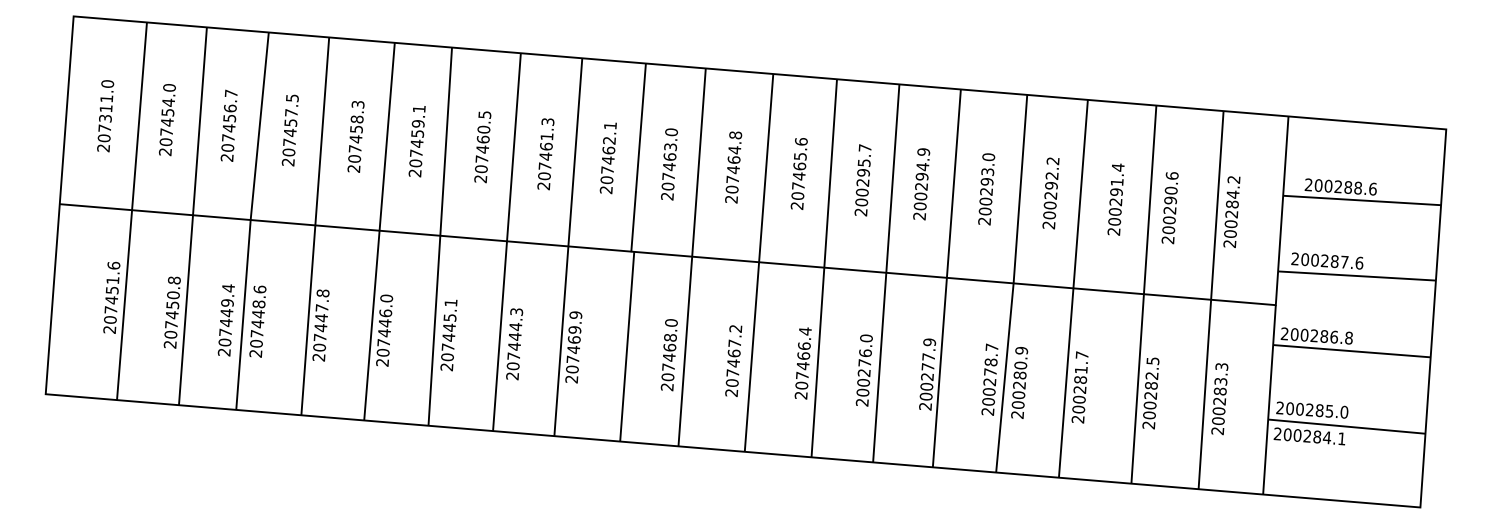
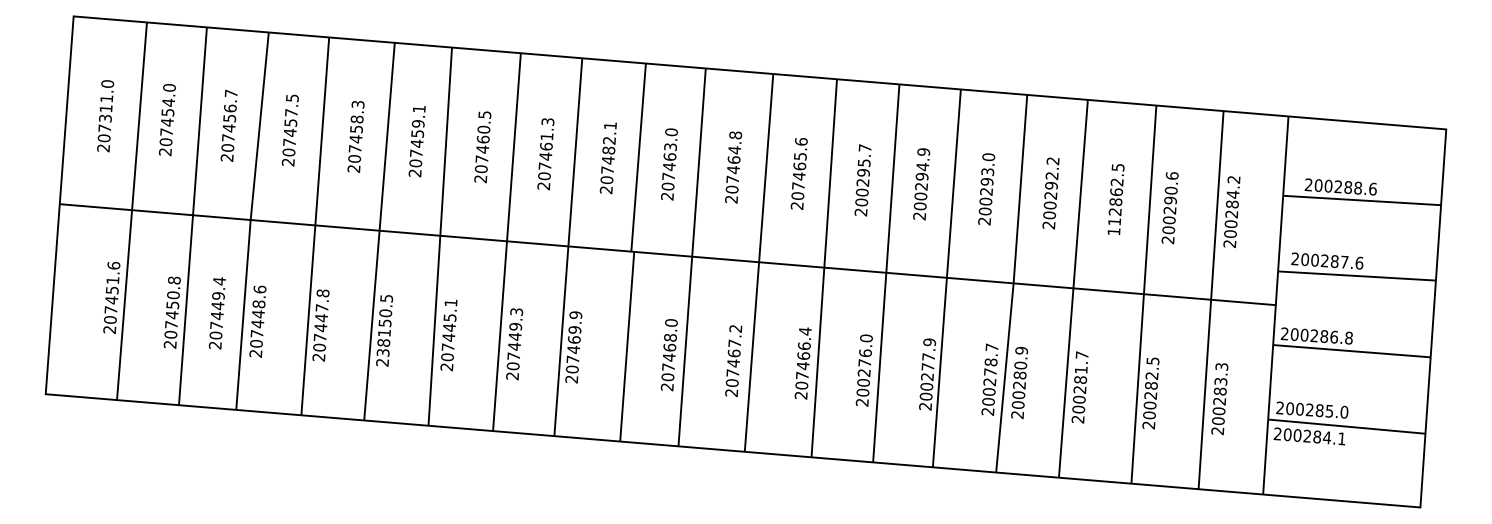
text at (608, 150): 207462.1 -> 207482.1
text at (1115, 199): 200291.4 -> 112862.5
text at (225, 320) position: (225, 320) -> (216, 313)
text at (384, 325): 207446.0 -> 238150.5
text at (515, 326): 207444.3 -> 207449.3
